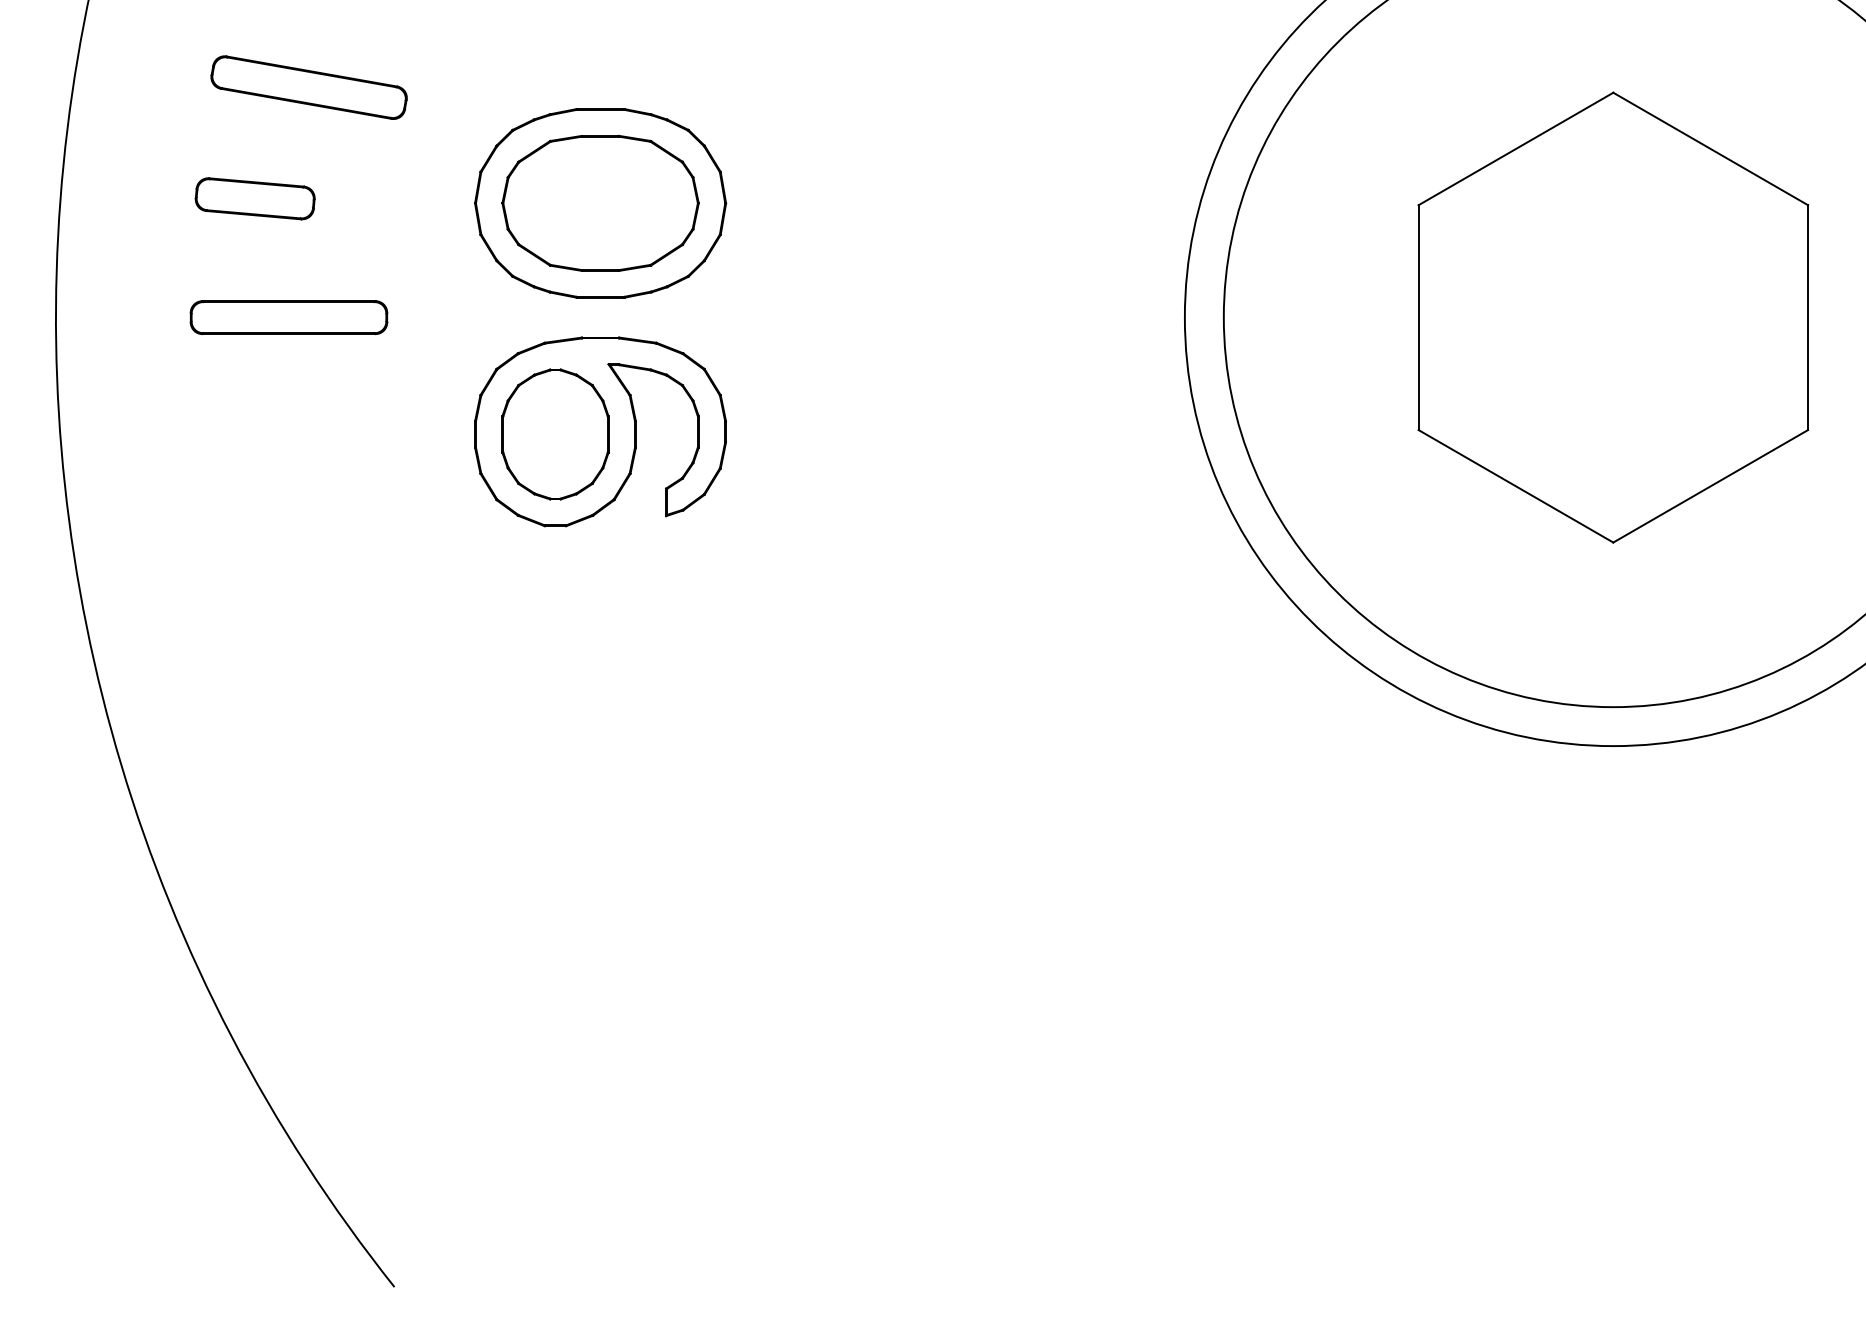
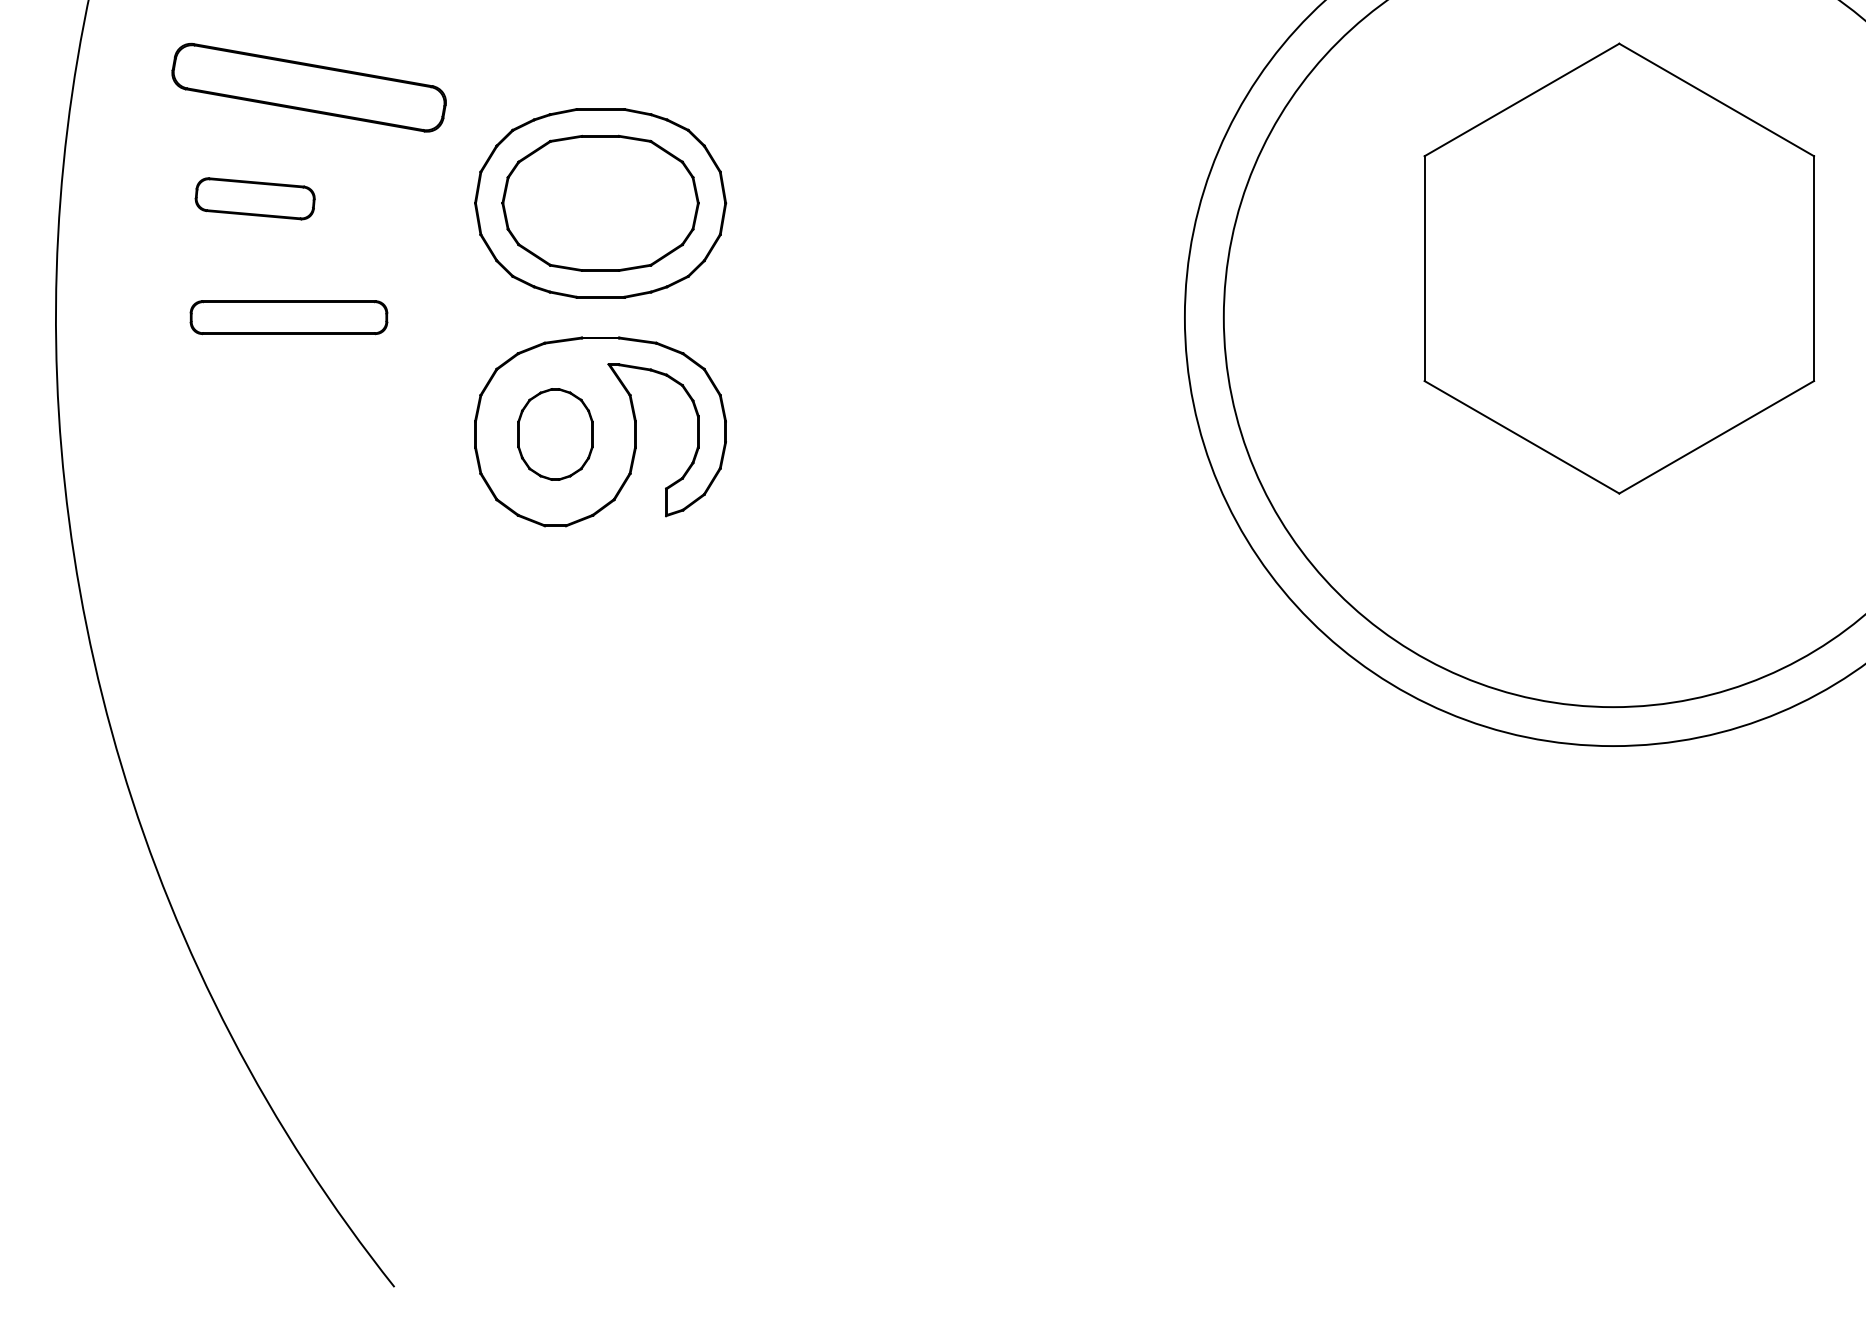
part at (308, 87) size: 198x65 px -> 276x91 px
part at (1613, 317) position: (1613, 317) -> (1619, 268)
part at (555, 434) size: 109x133 px -> 77x93 px
